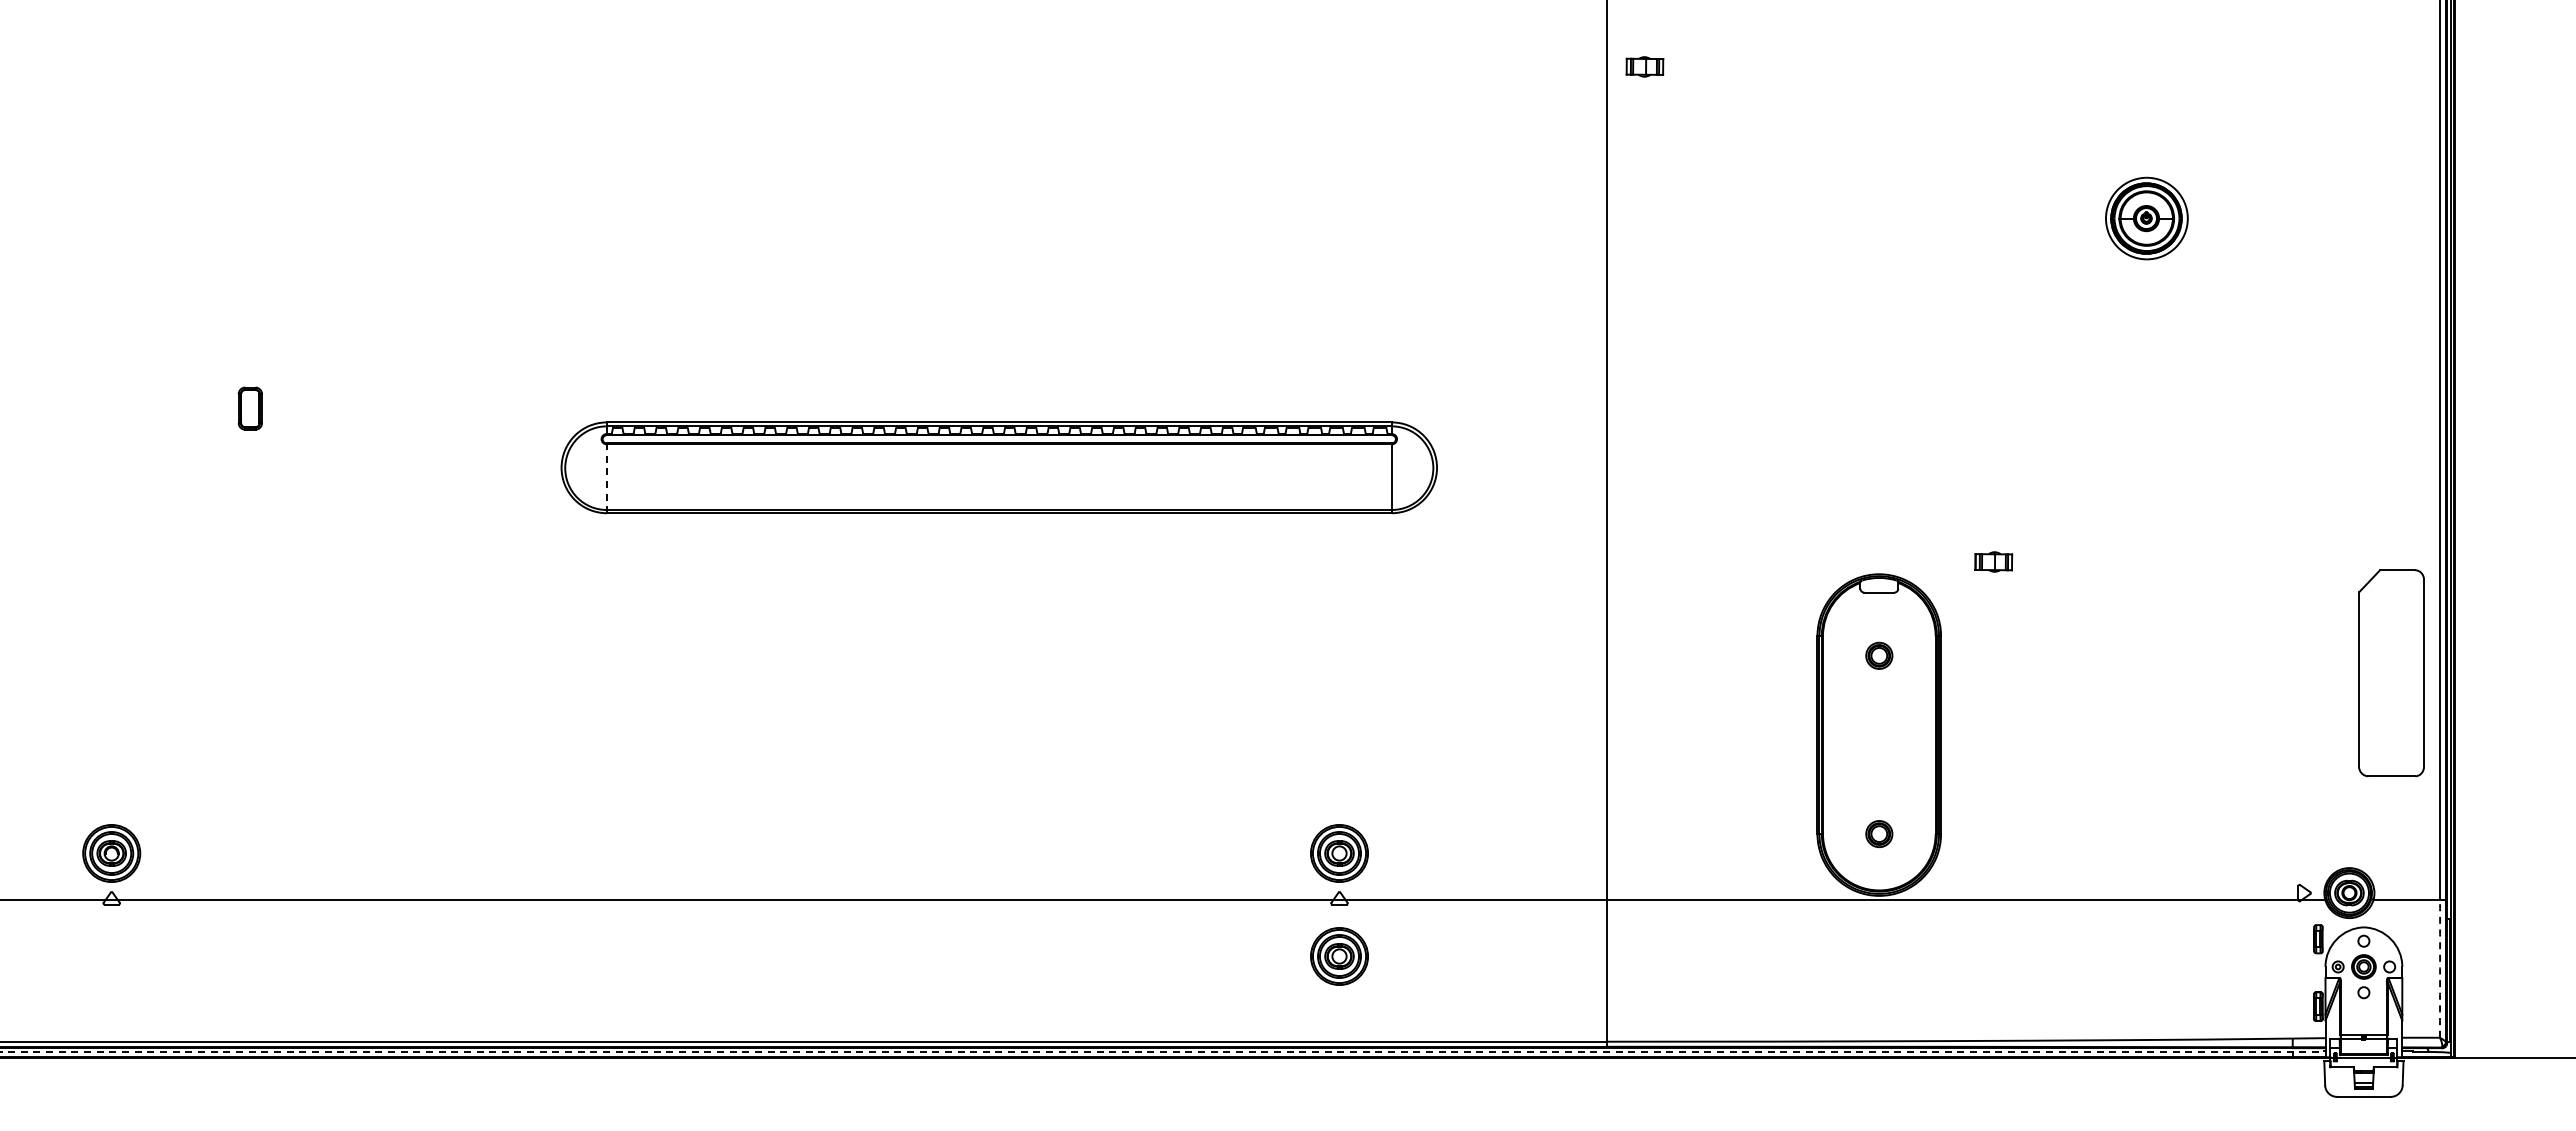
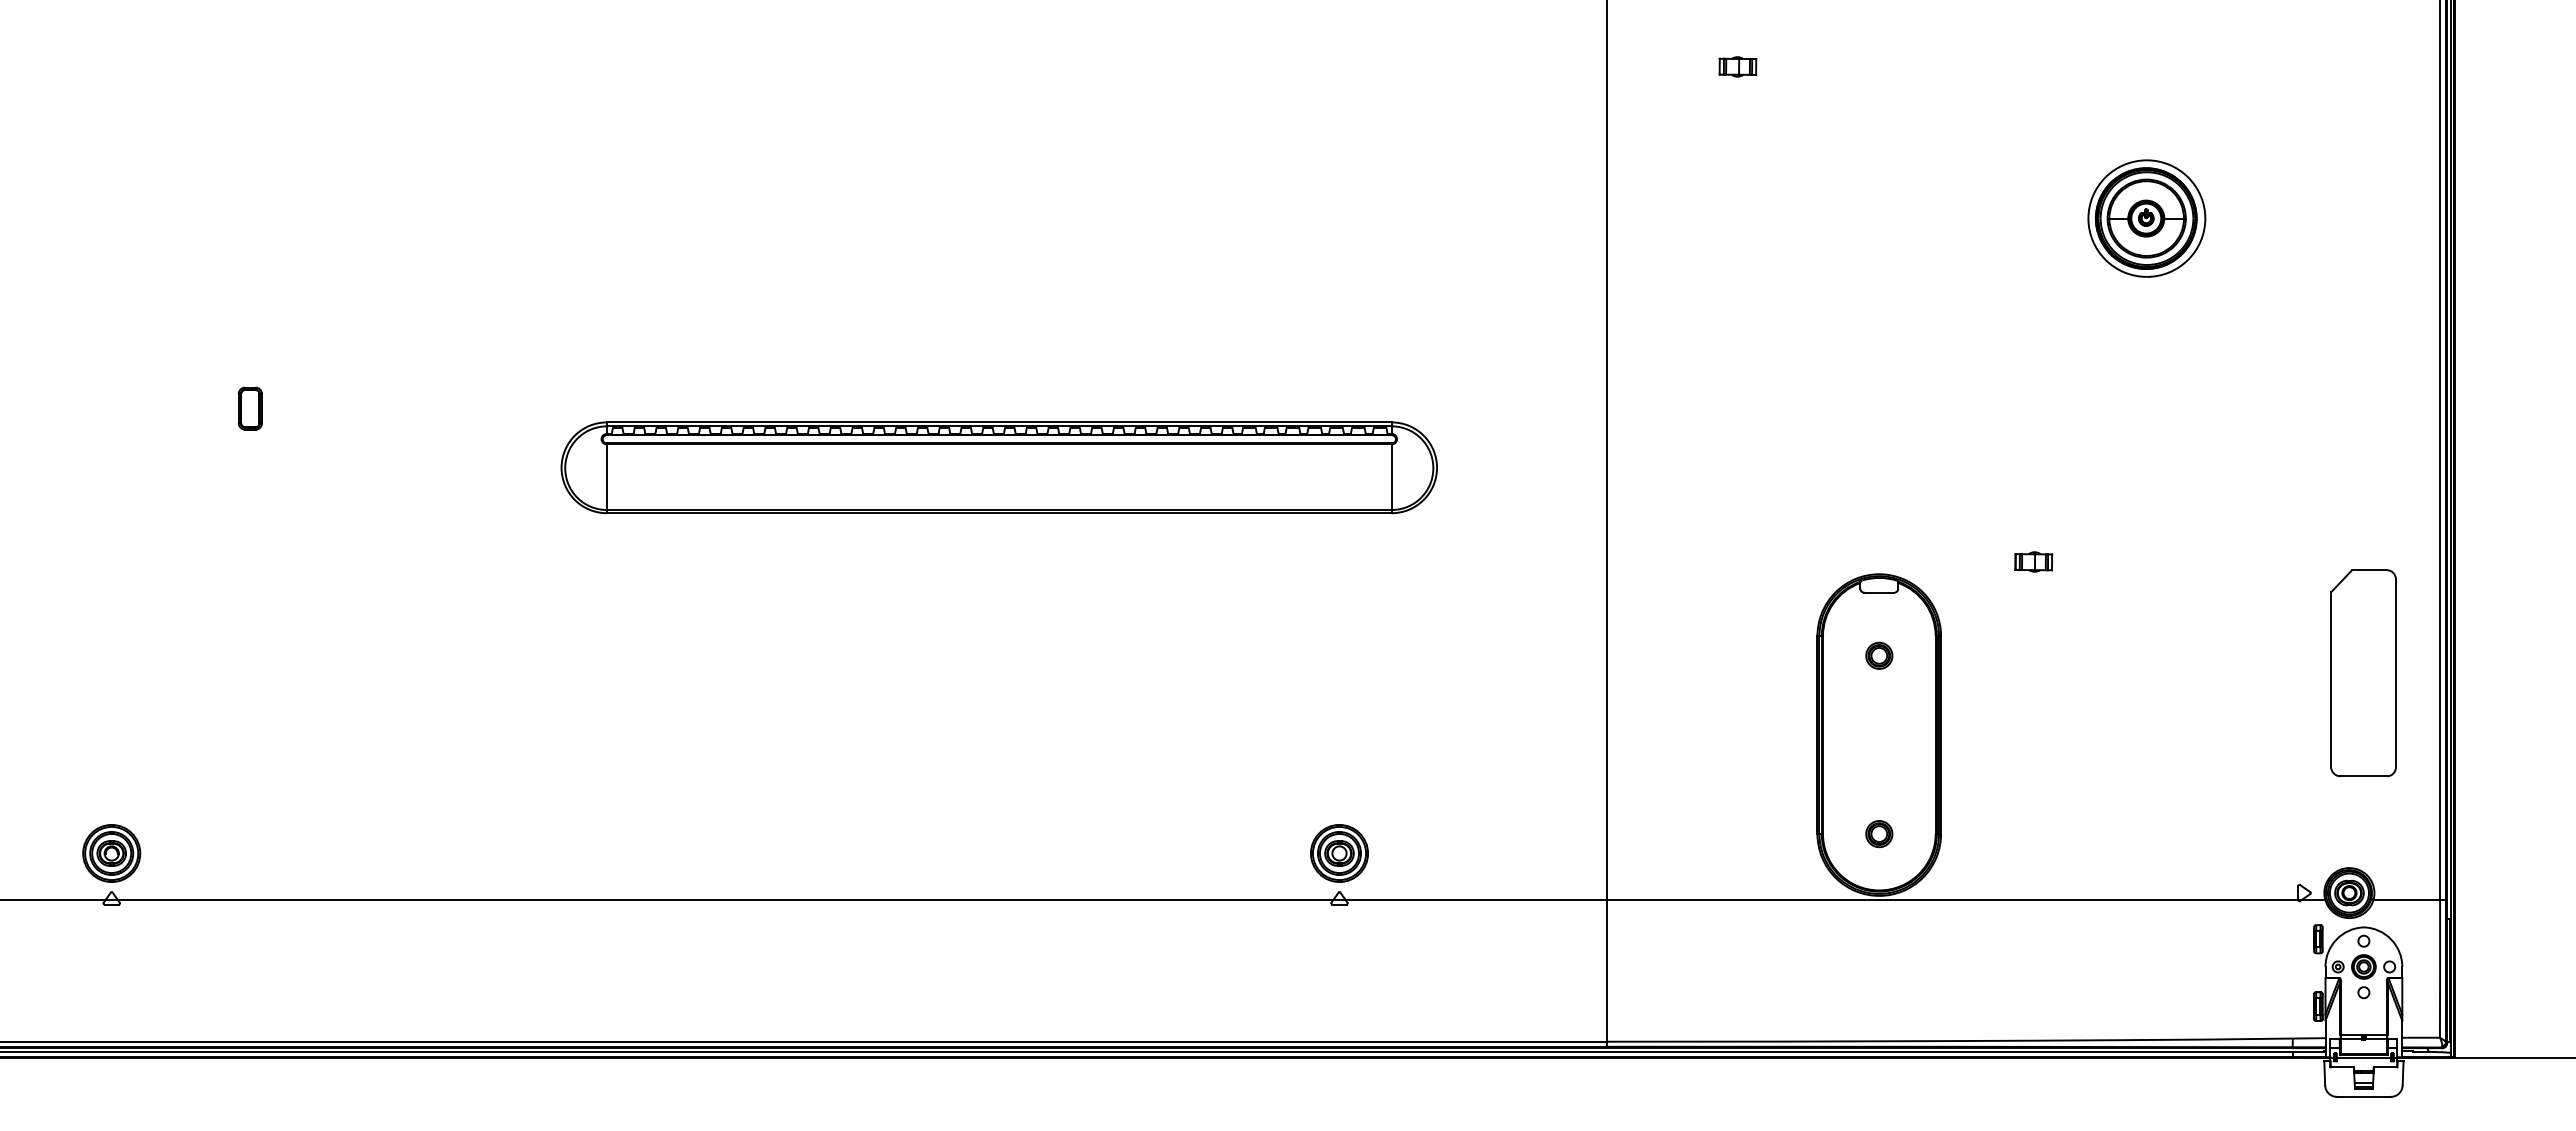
part at (1644, 66) position: (1644, 66) -> (1737, 66)
part at (2146, 218) size: 84x85 px -> 120x119 px
line at (606, 478): dashed -> solid
part at (1993, 561) position: (1993, 561) -> (2033, 561)
part at (2391, 673) position: (2391, 673) -> (2363, 673)
part at (1339, 956): present -> none
arc at (2440, 968): dashed -> solid
line at (1162, 1052): dashed -> solid
